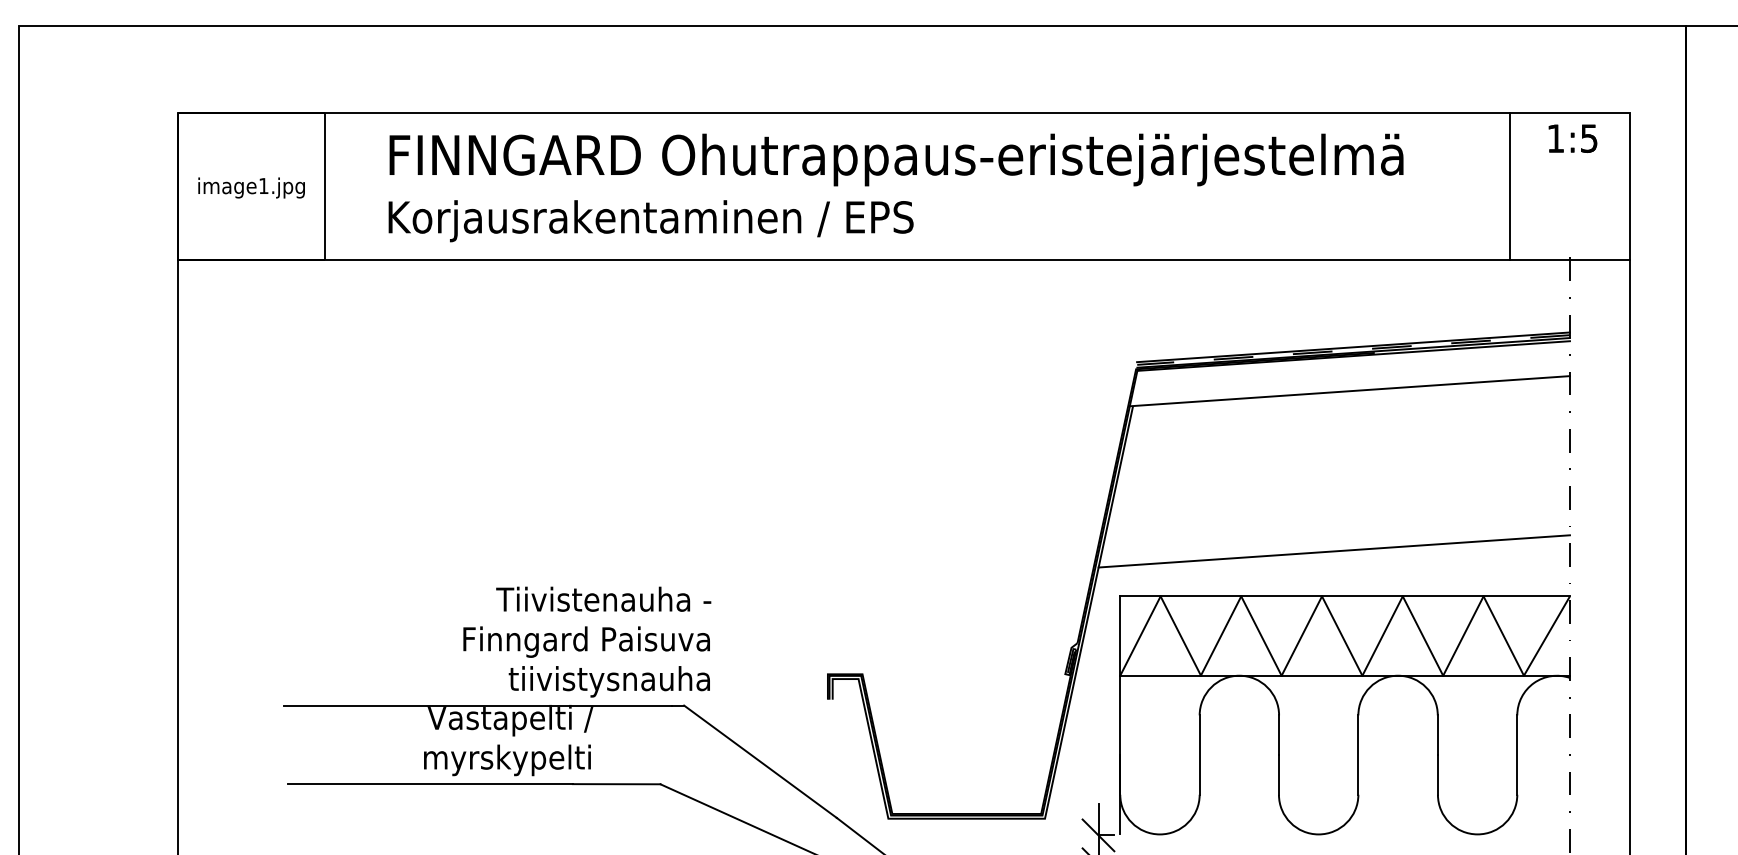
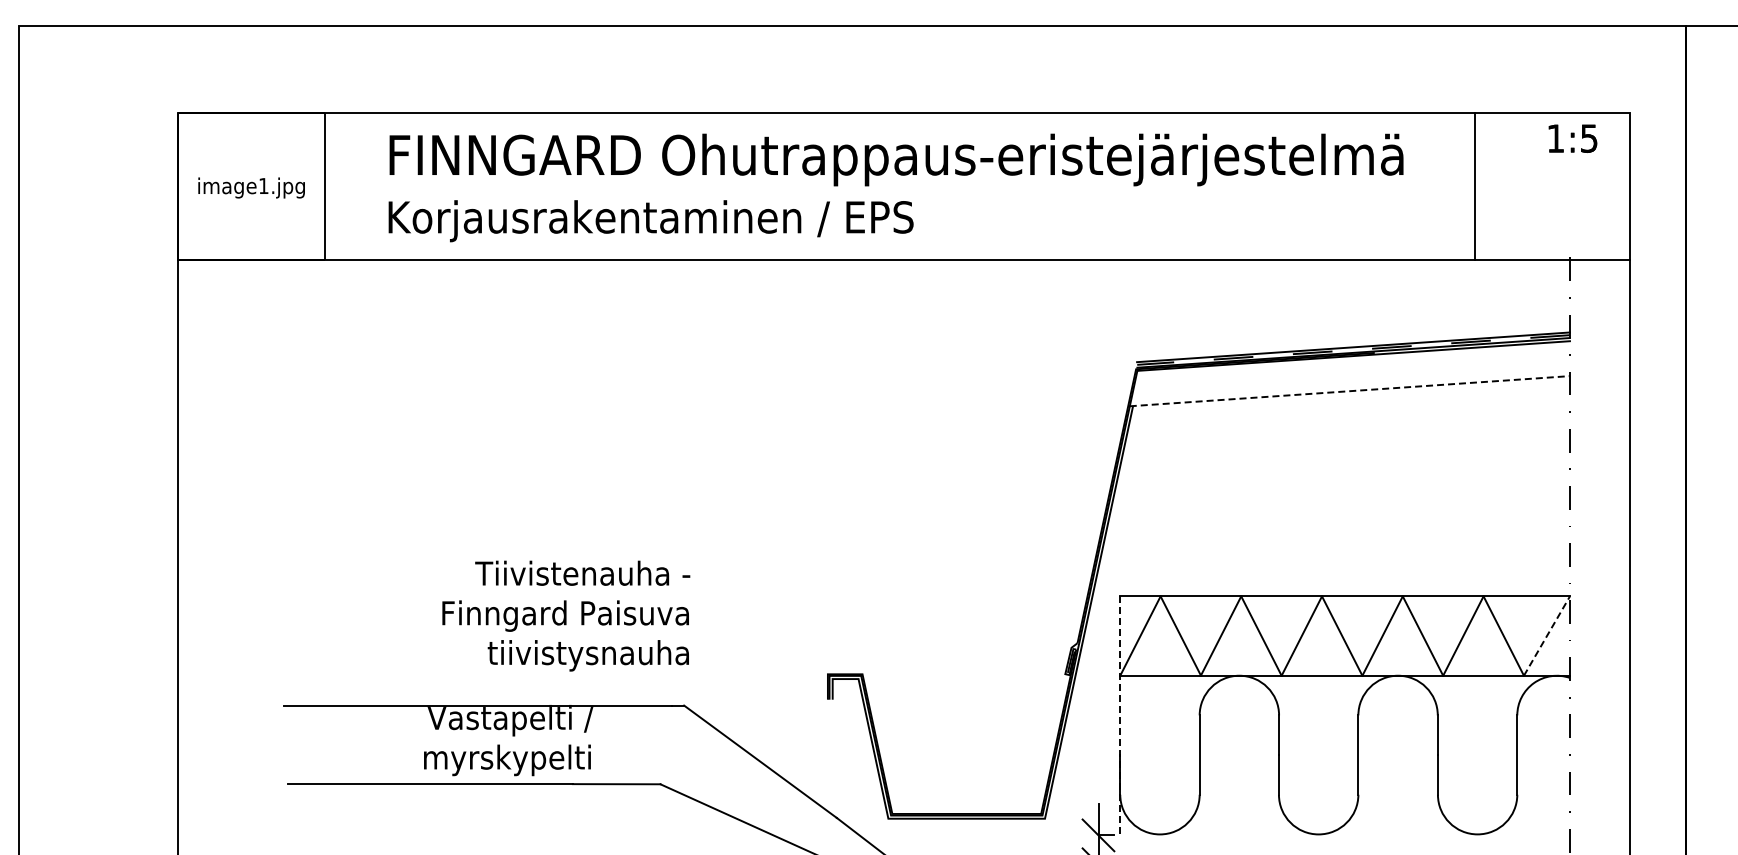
line at (1510, 186) position: (1510, 186) -> (1475, 186)
line at (1349, 391): solid -> dashed
line at (1333, 551): present -> none
line at (1546, 636): solid -> dashed
text at (587, 641) position: (587, 641) -> (566, 615)
line at (1120, 715): solid -> dashed
